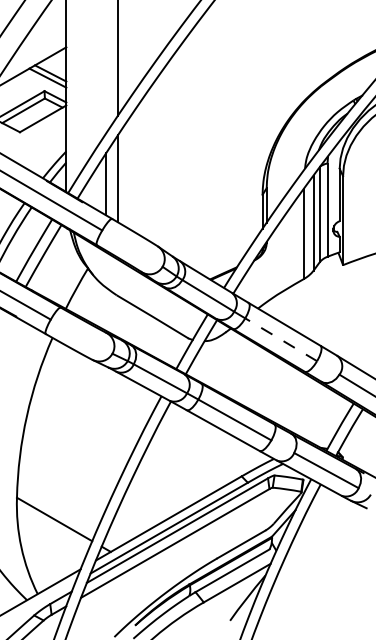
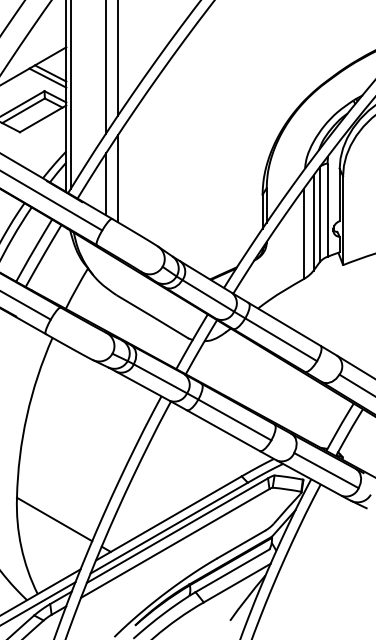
line at (106, 67): none -> present
line at (70, 95): none -> present
line at (281, 339): dashed -> solid
line at (38, 603): none -> present
